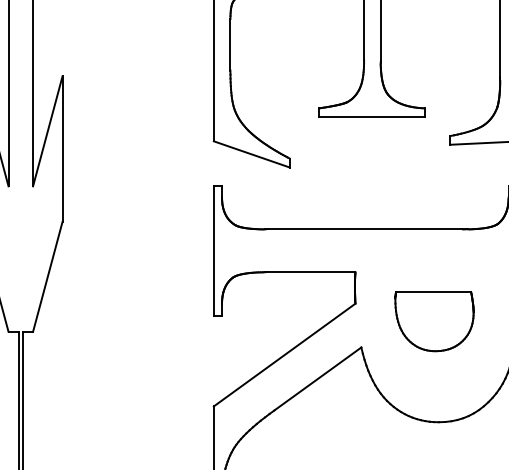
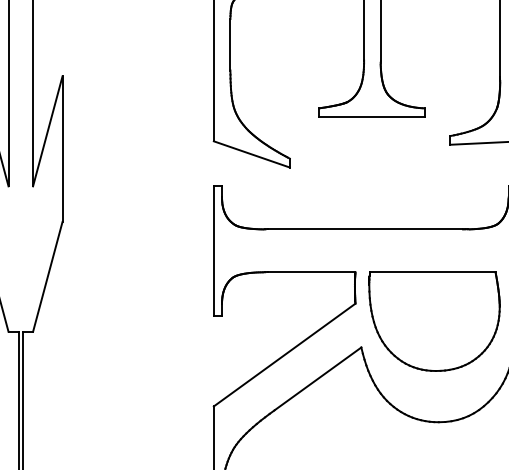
part at (434, 321) size: 81x62 px -> 133x101 px
